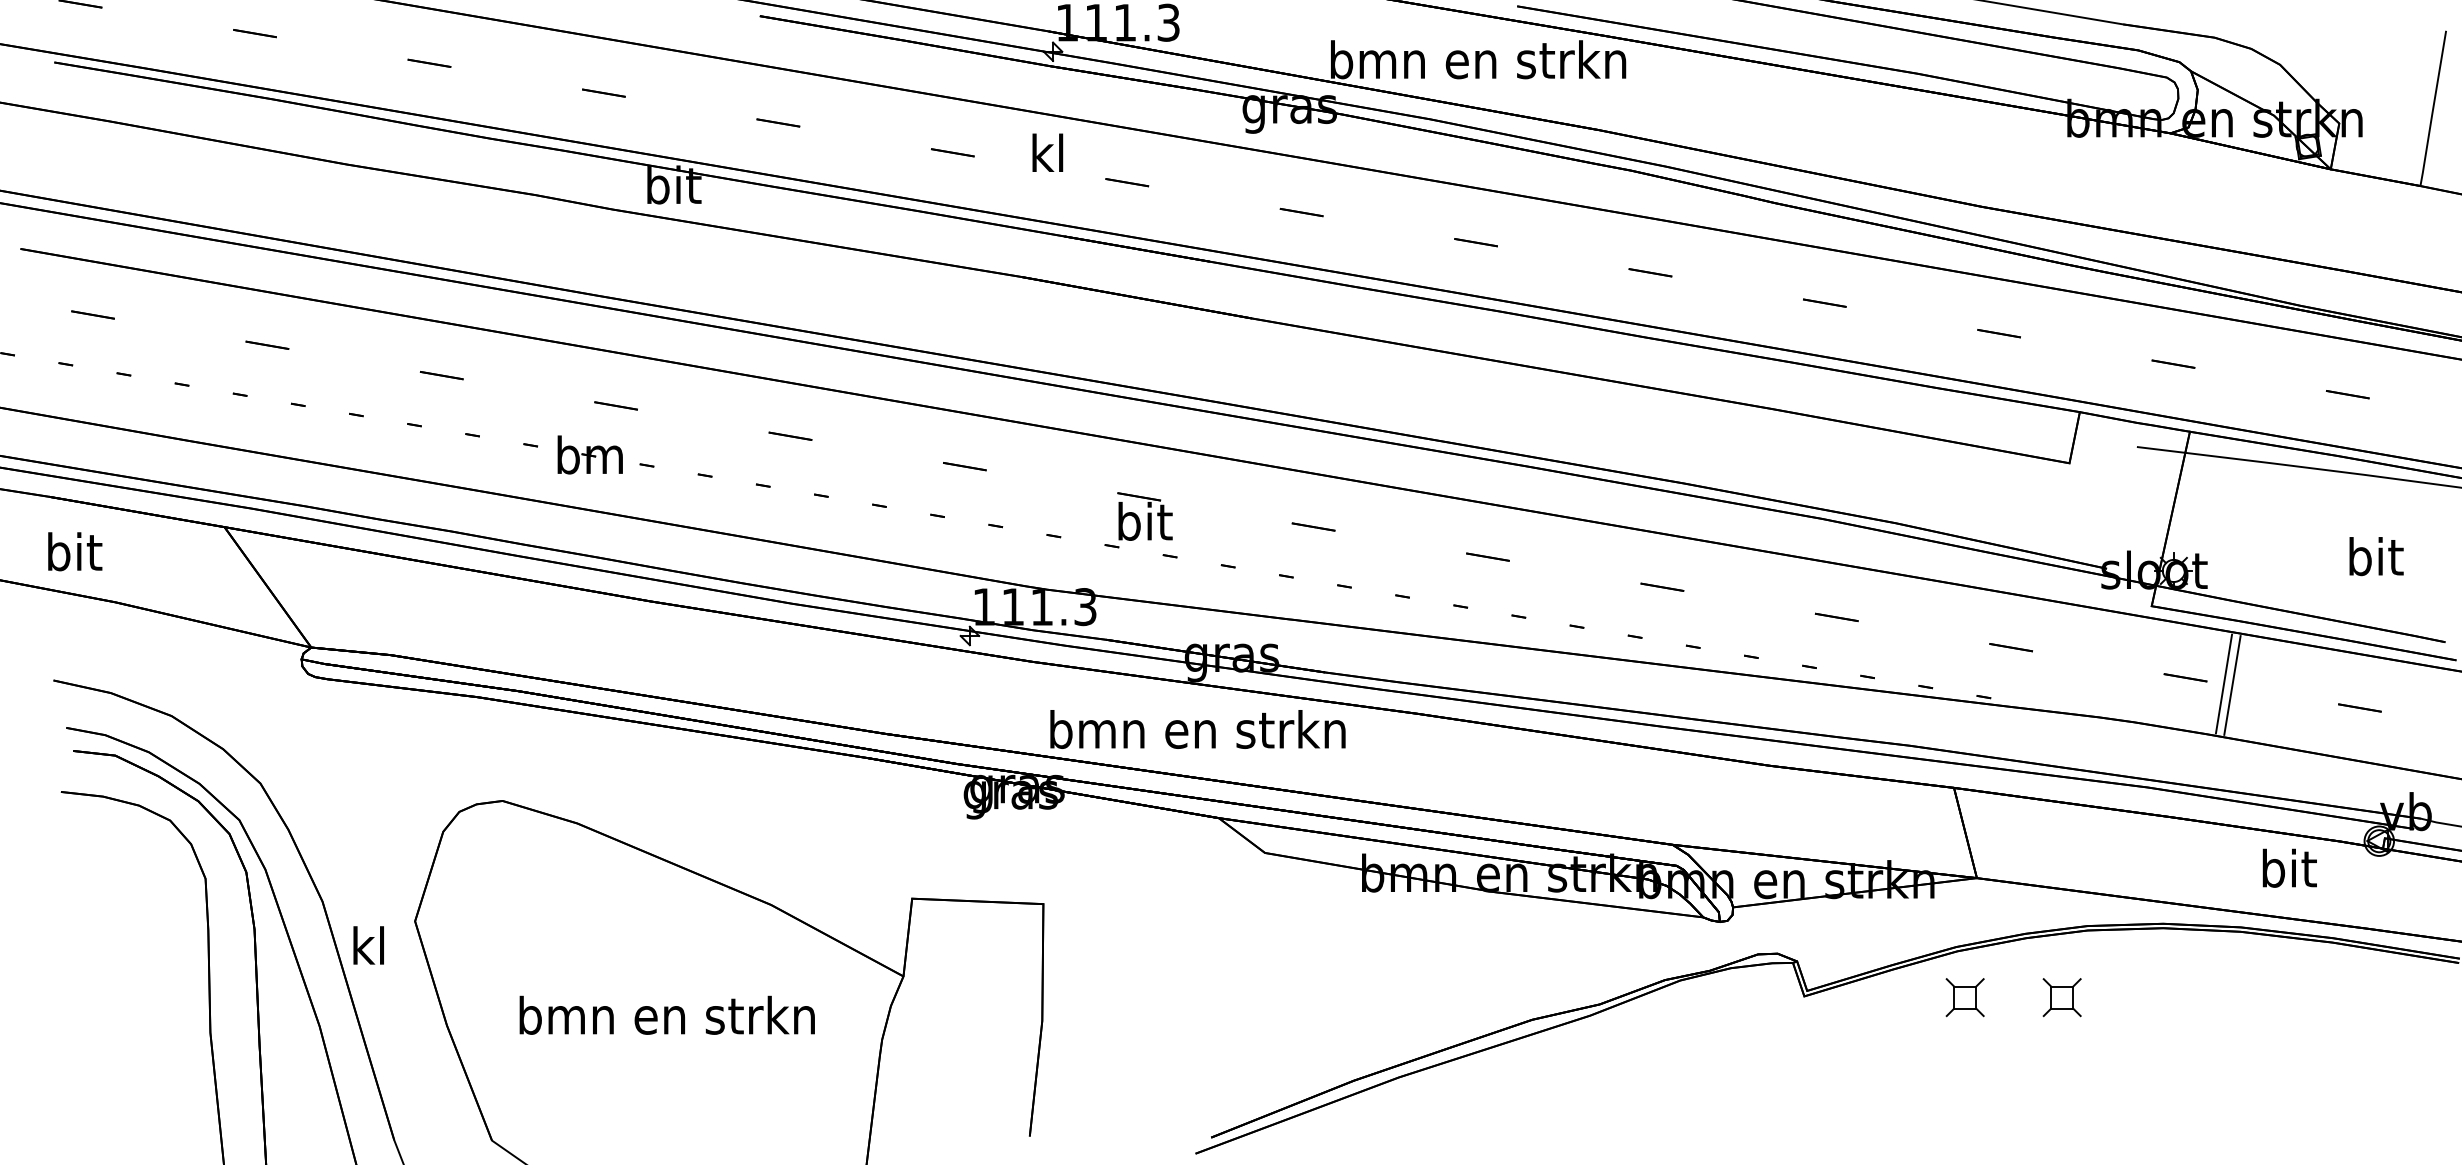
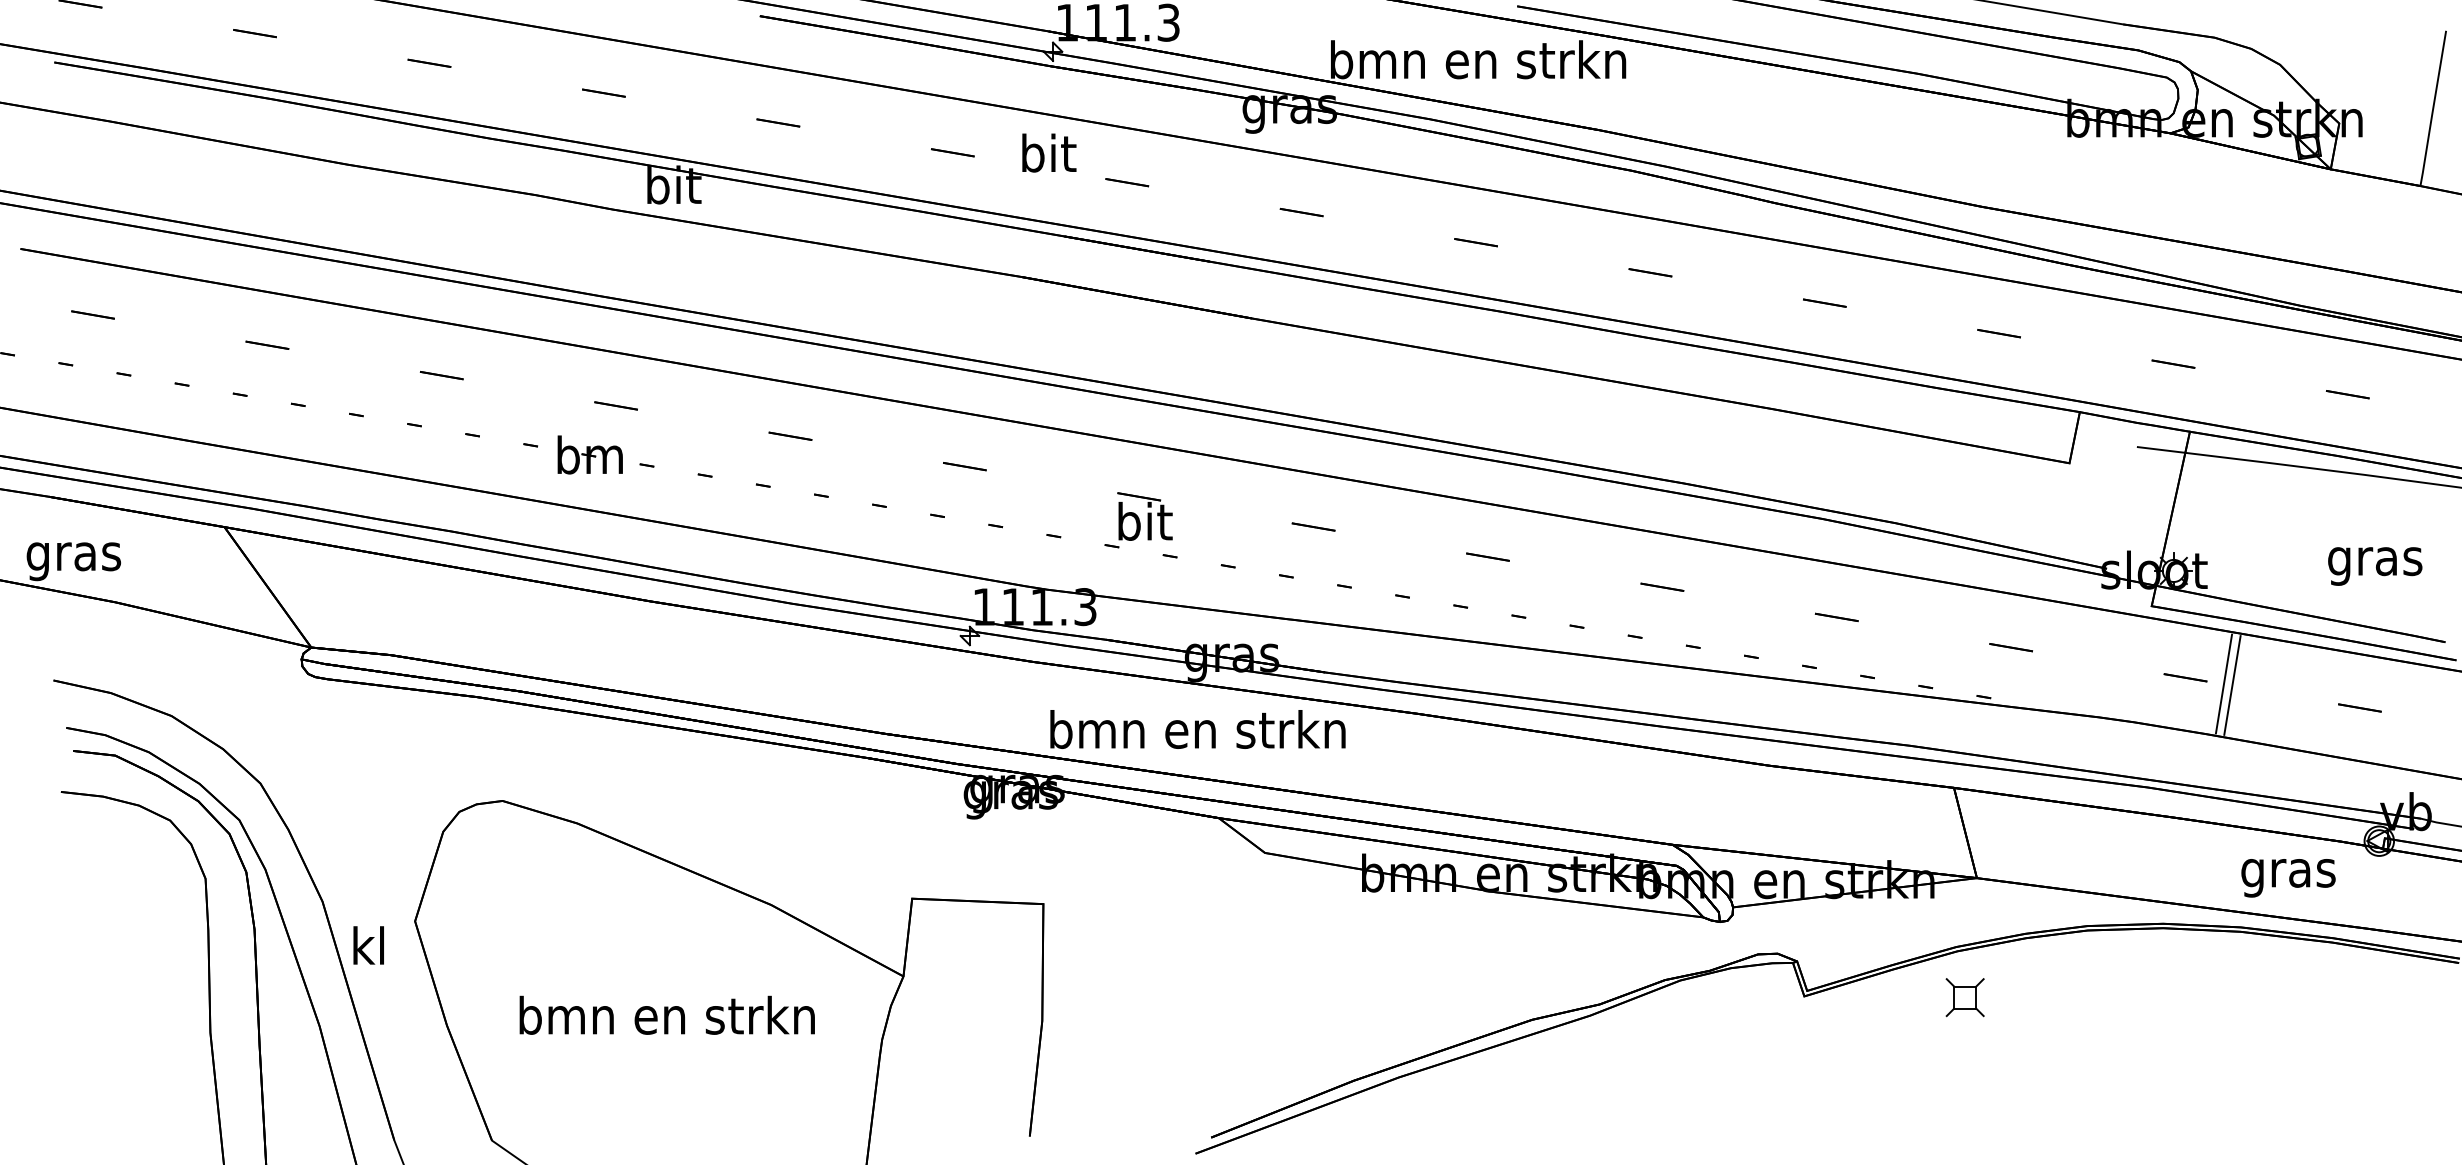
text at (1049, 152): kl -> bit
text at (73, 556): bit -> gras
text at (2375, 561): bit -> gras
text at (2288, 872): bit -> gras
part at (2061, 997): present -> none
